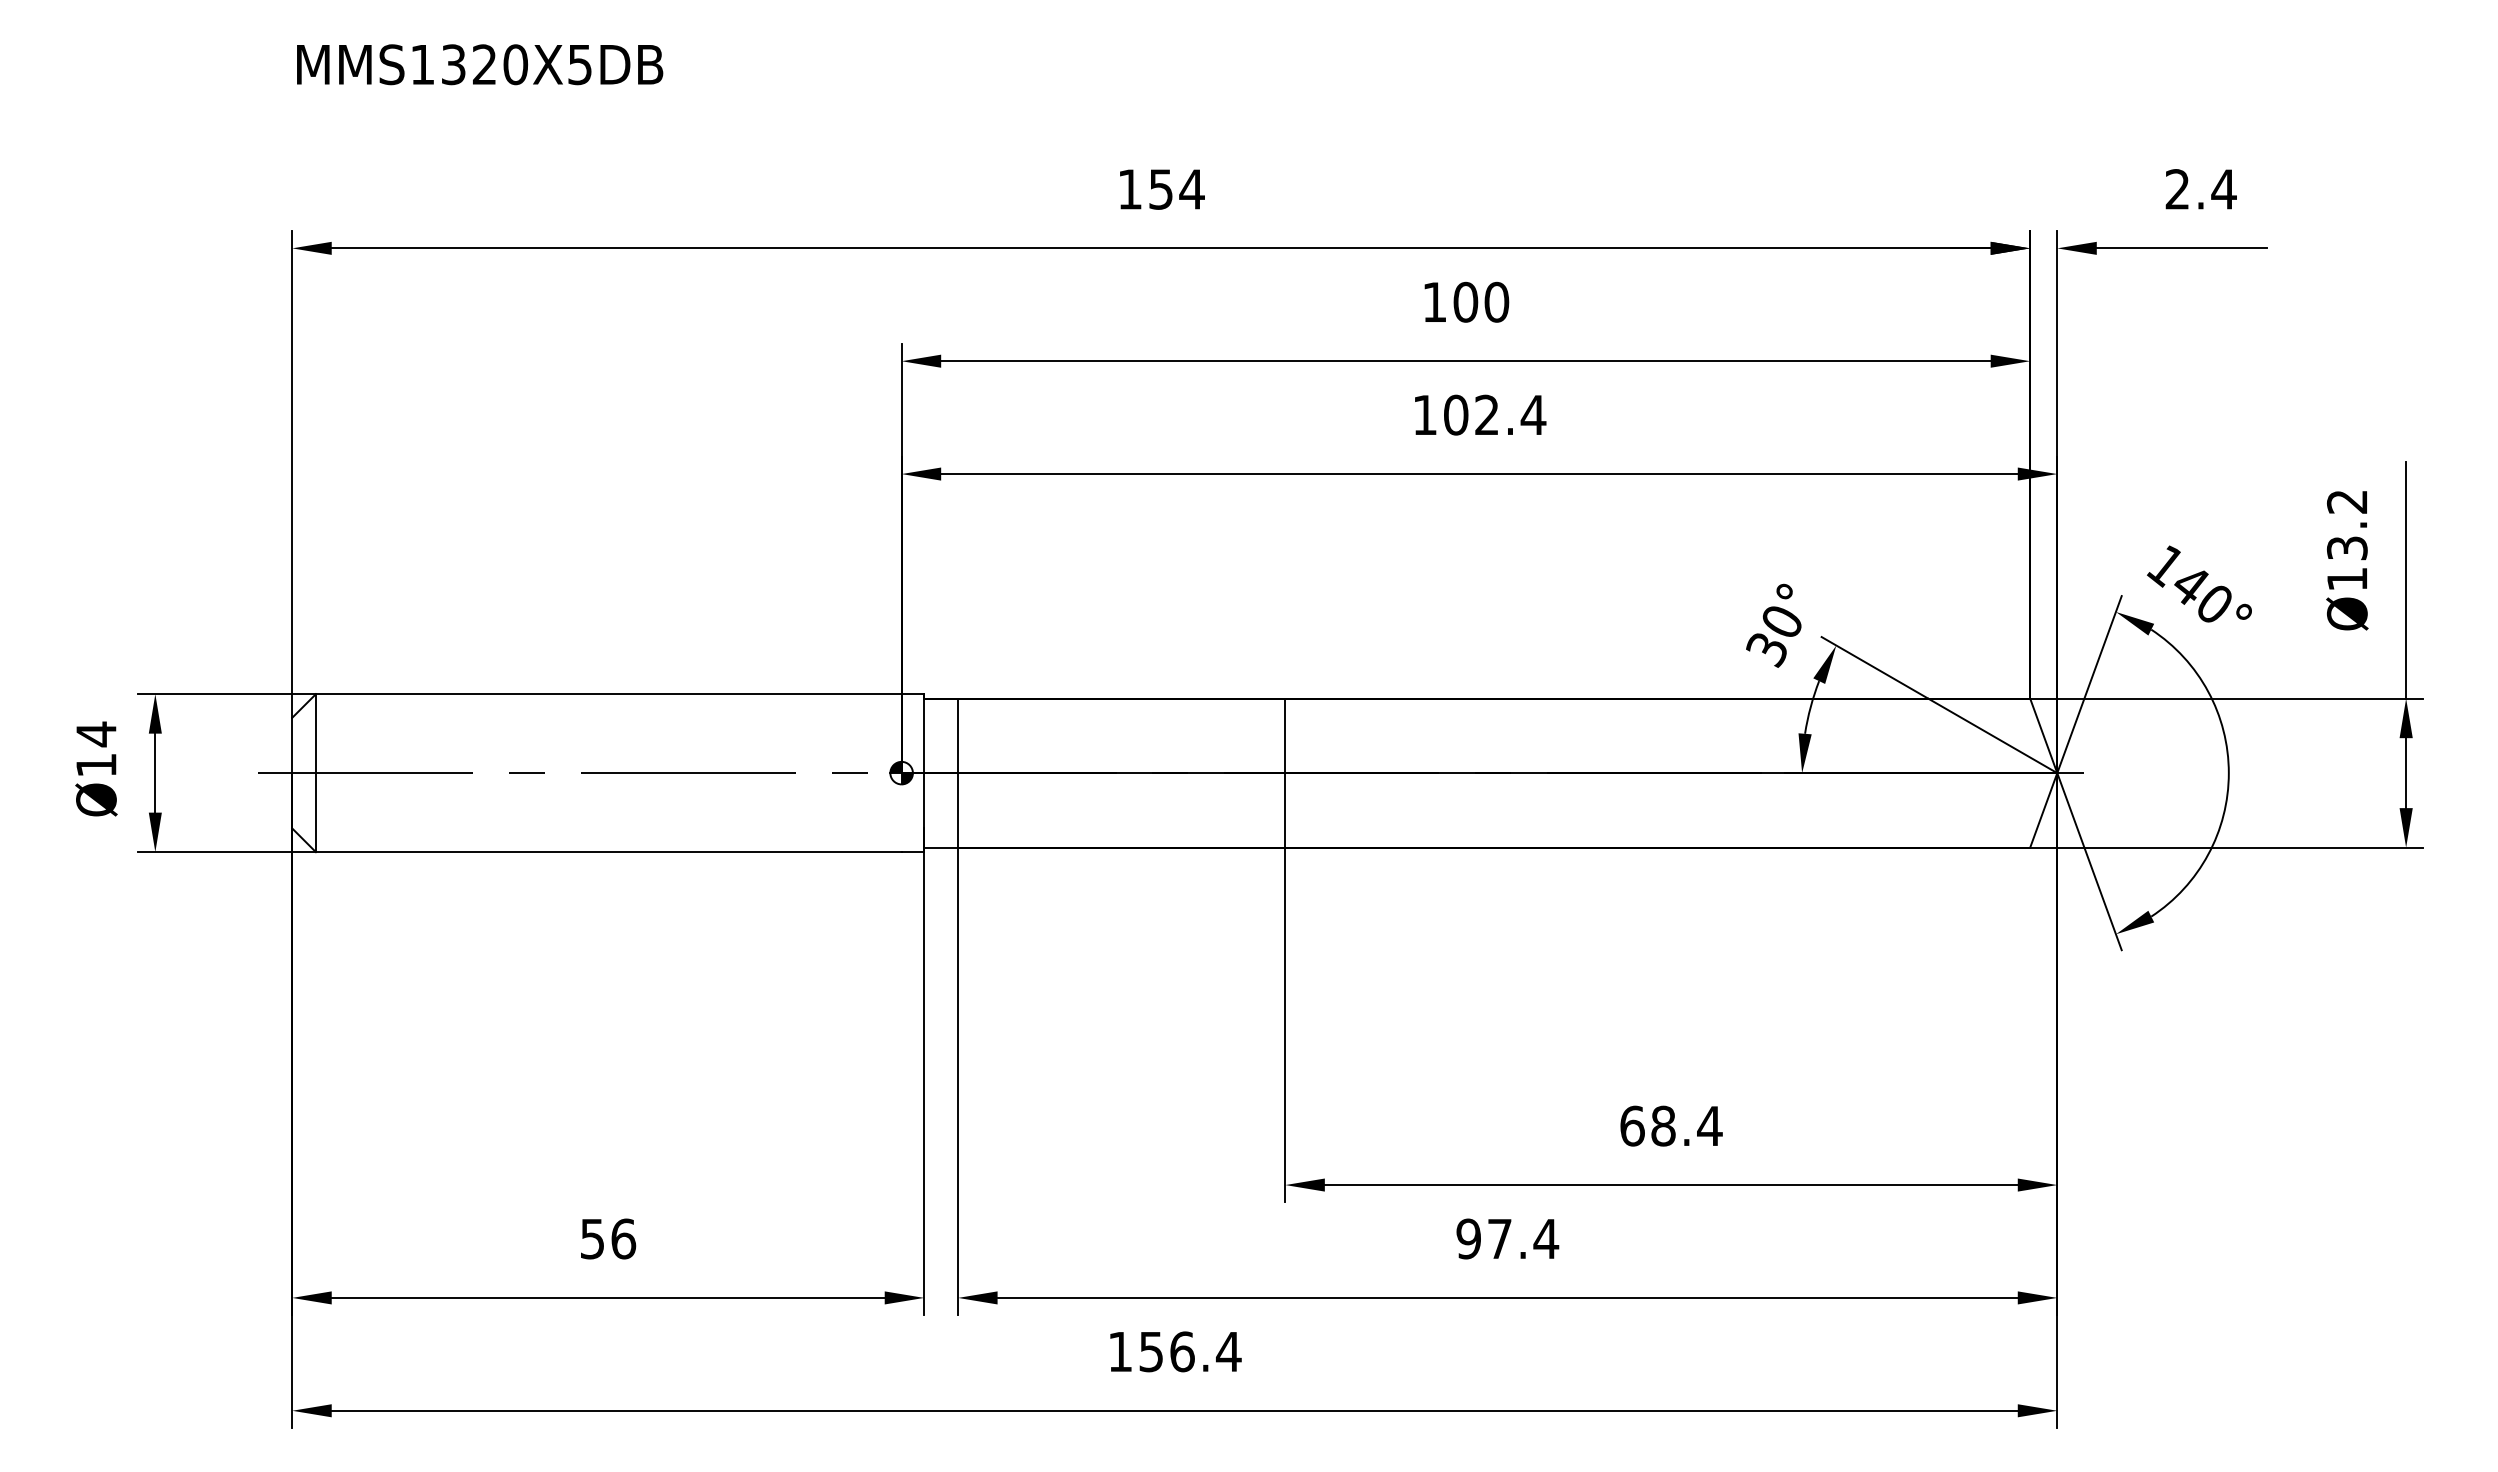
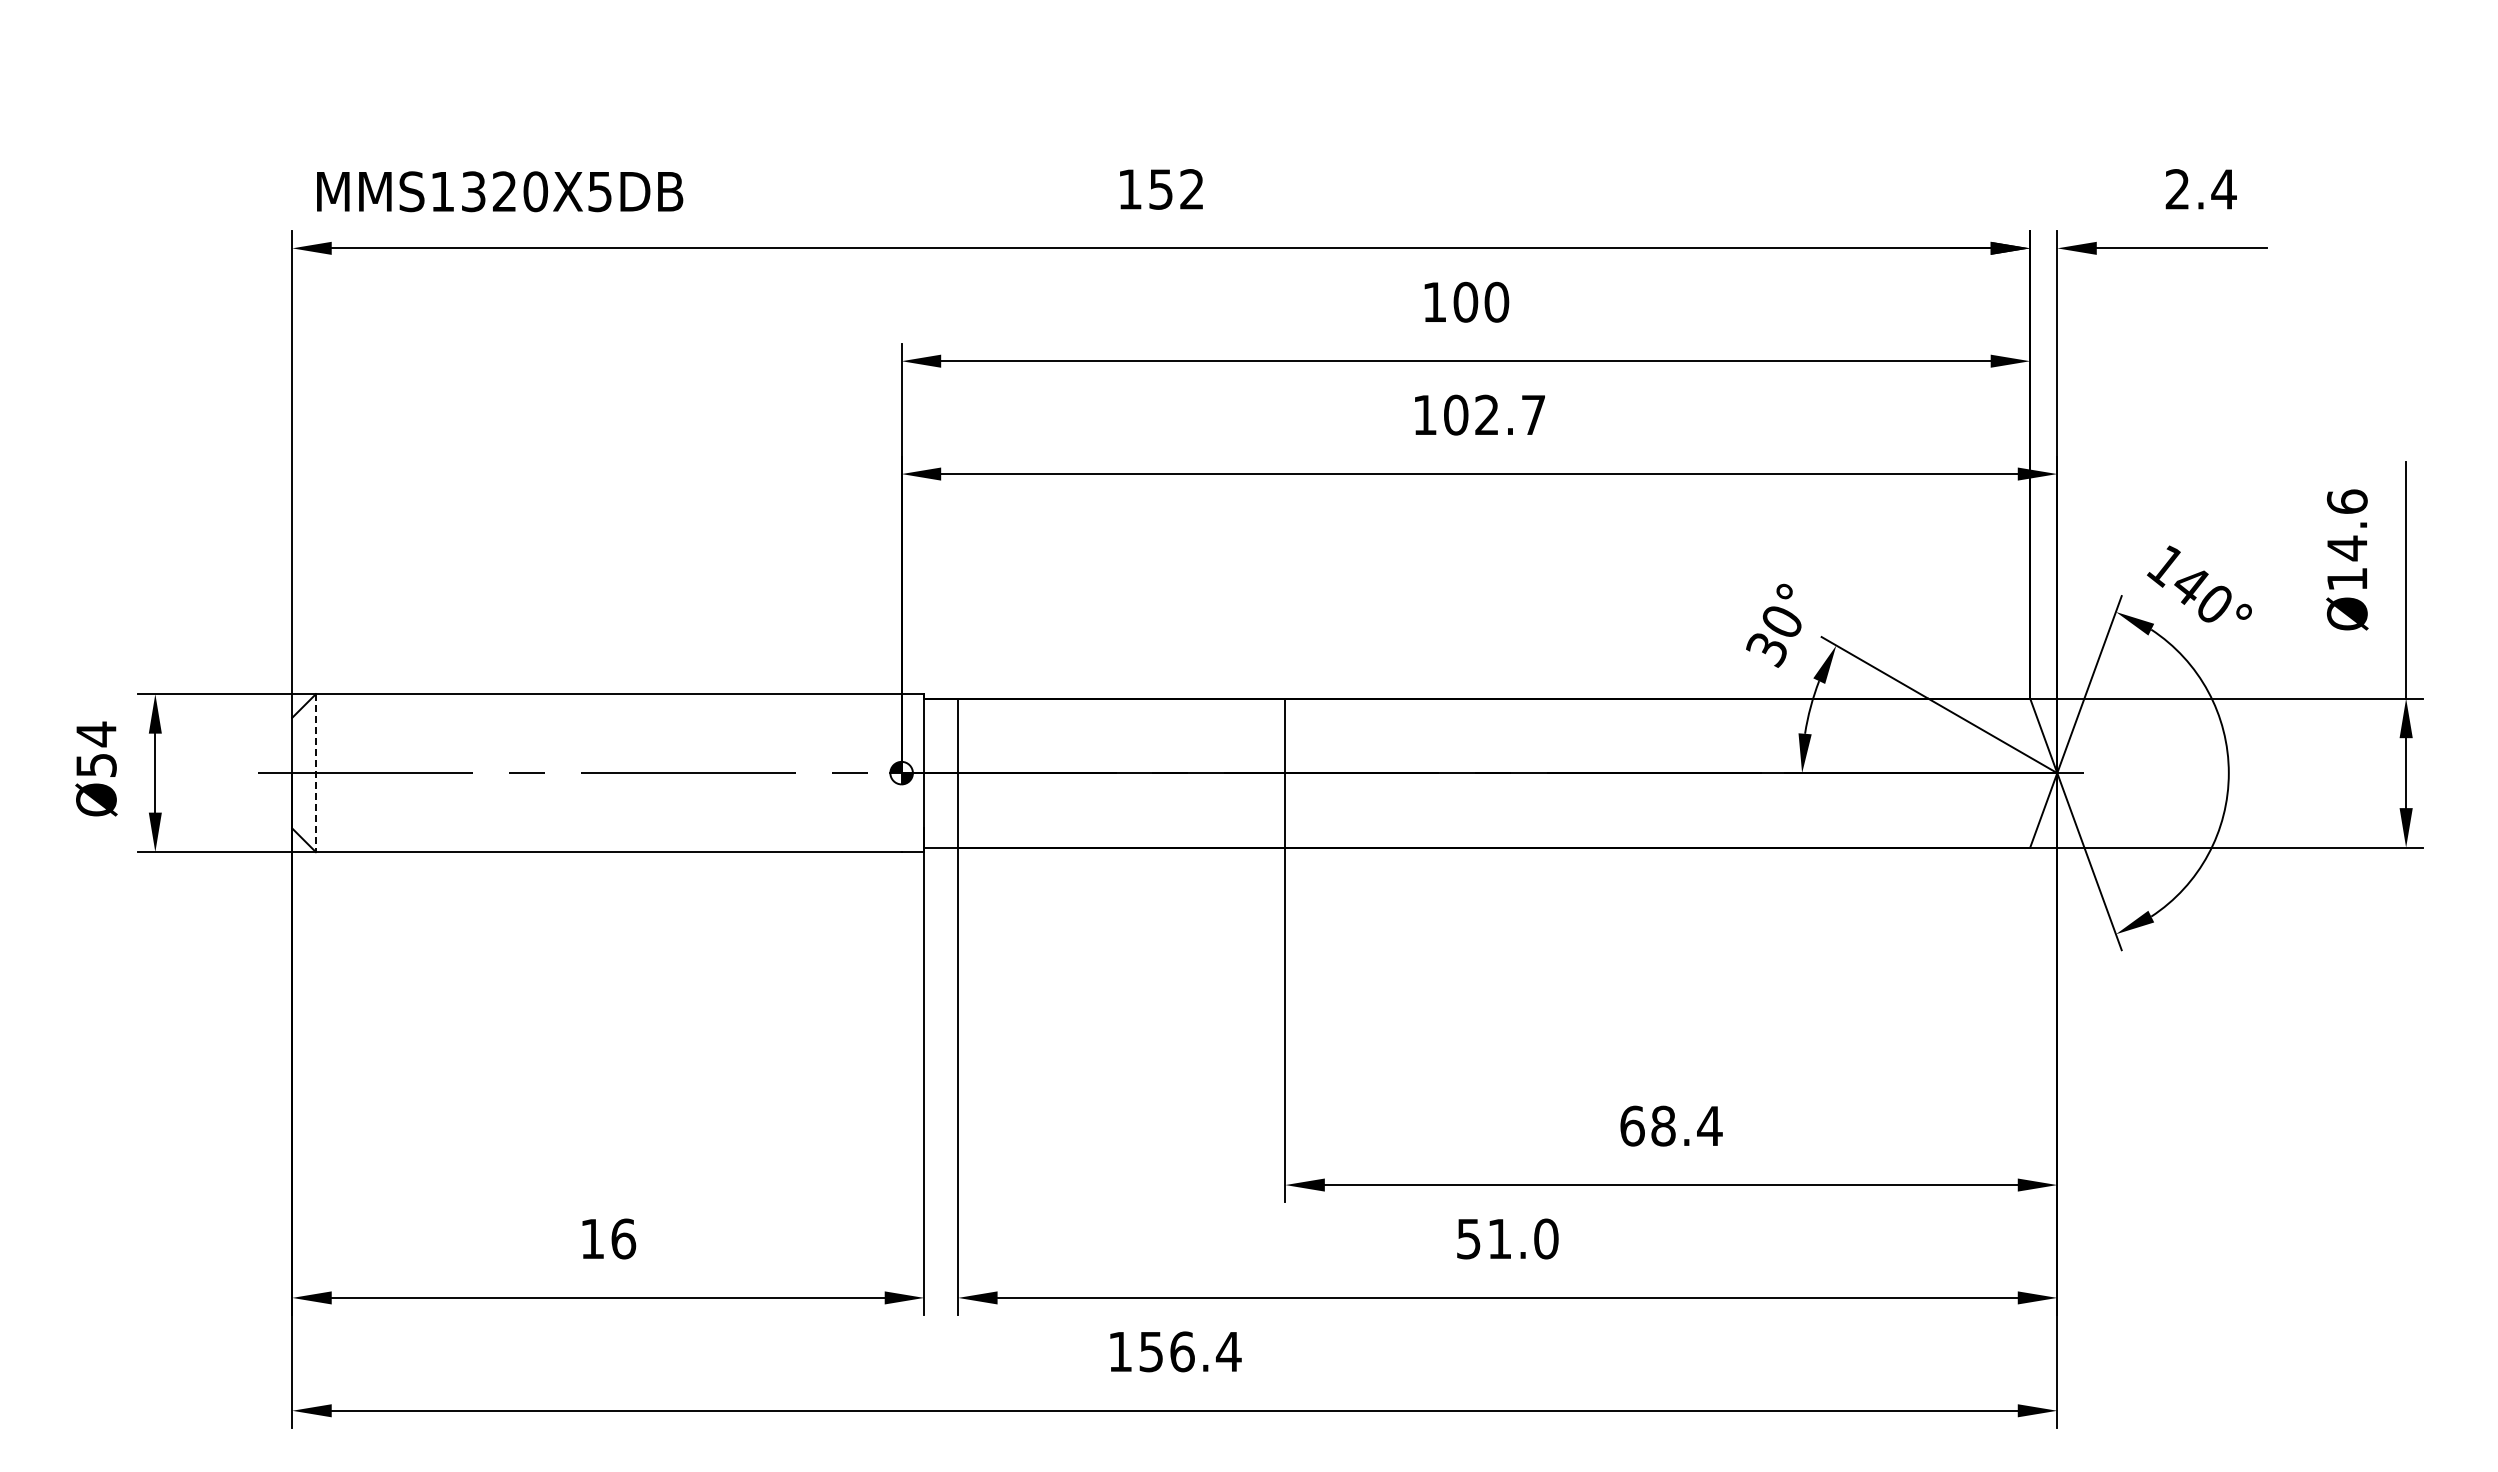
text at (480, 64) position: (480, 64) -> (500, 191)
text at (1191, 189): 154 -> 152
text at (1533, 414): 102.4 -> 102.7
text at (2346, 525): Ø13.2 -> Ø14.6
text at (96, 765): Ø14 -> Ø54
line at (315, 773): solid -> dashed
text at (1507, 1238): 97.4 -> 51.0
text at (592, 1239): 56 -> 16
